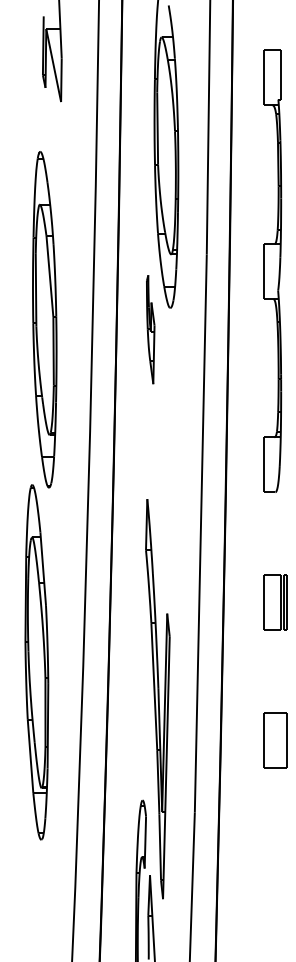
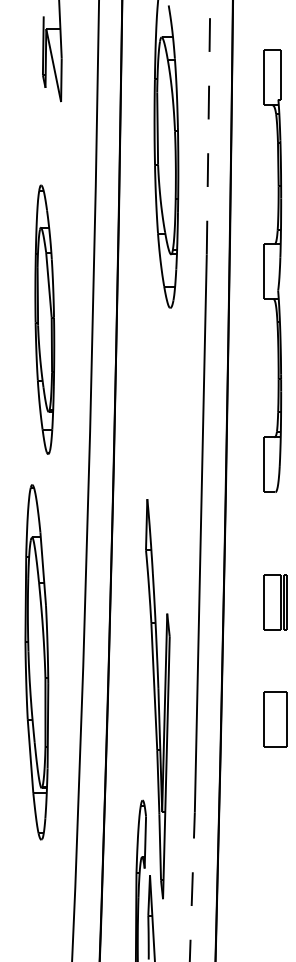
line at (208, 127): solid -> dashed
part at (44, 319) size: 26x338 px -> 22x271 px
part at (150, 329): present -> none
part at (275, 740) position: (275, 740) -> (275, 719)
line at (192, 886): solid -> dashed
